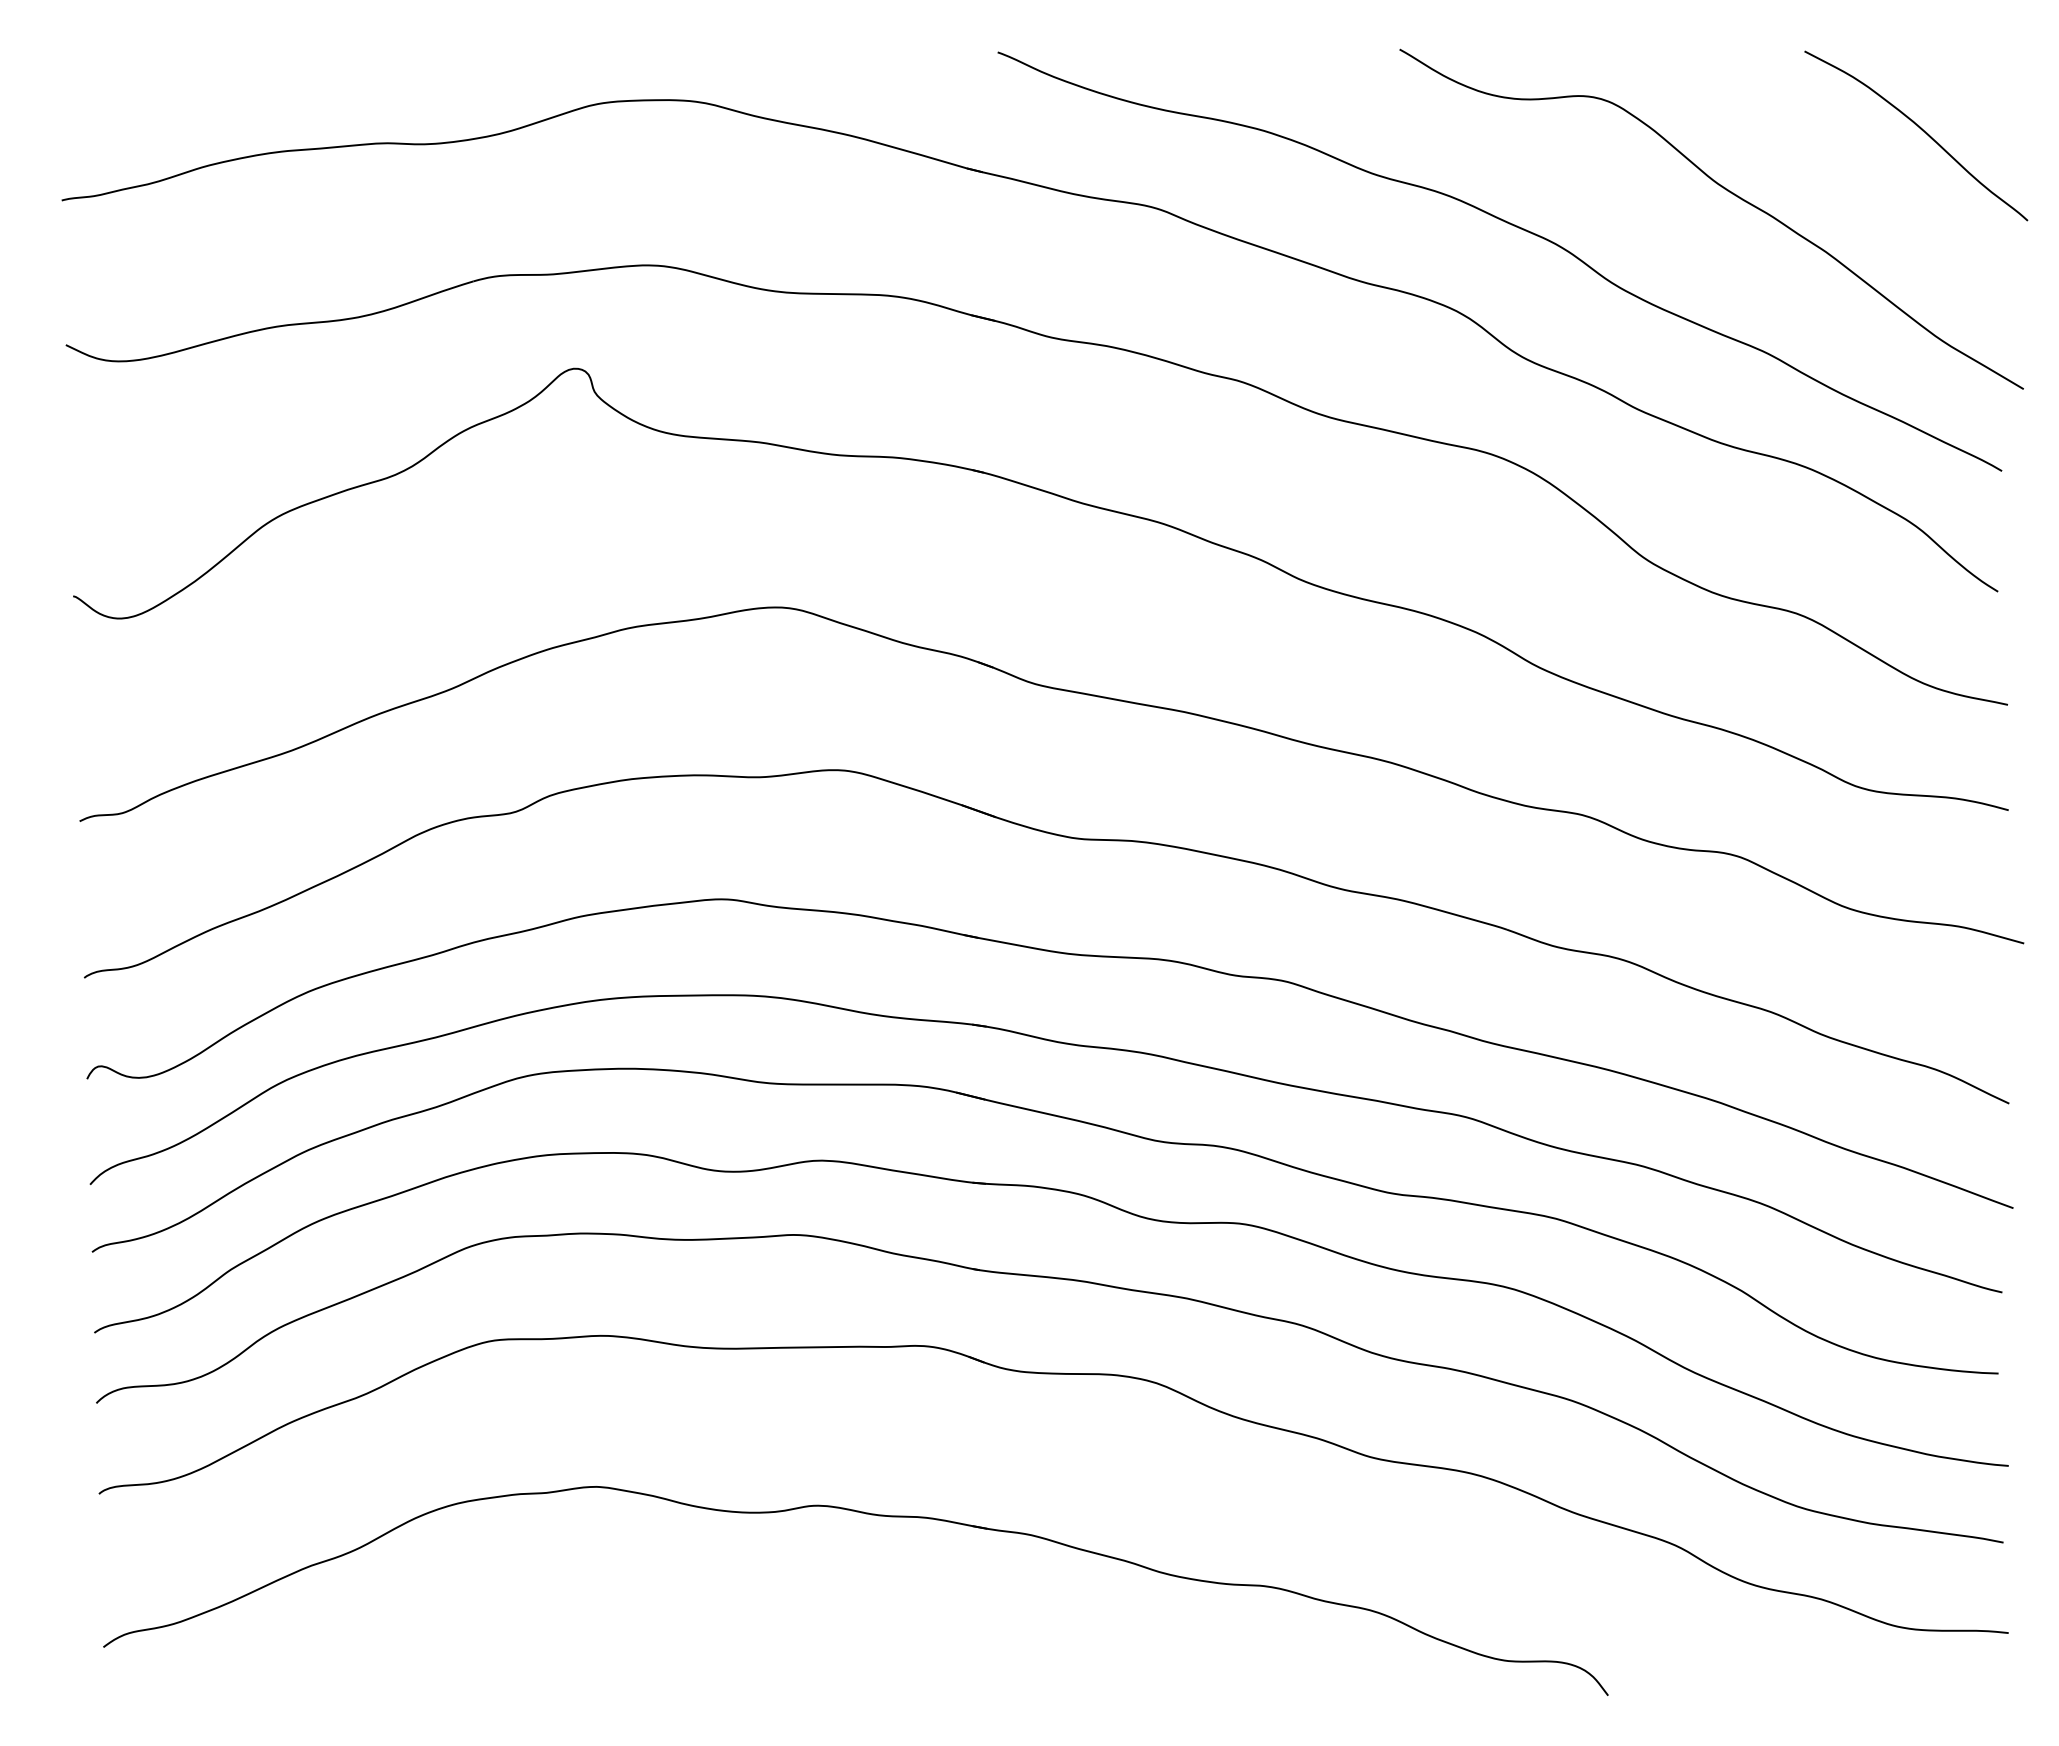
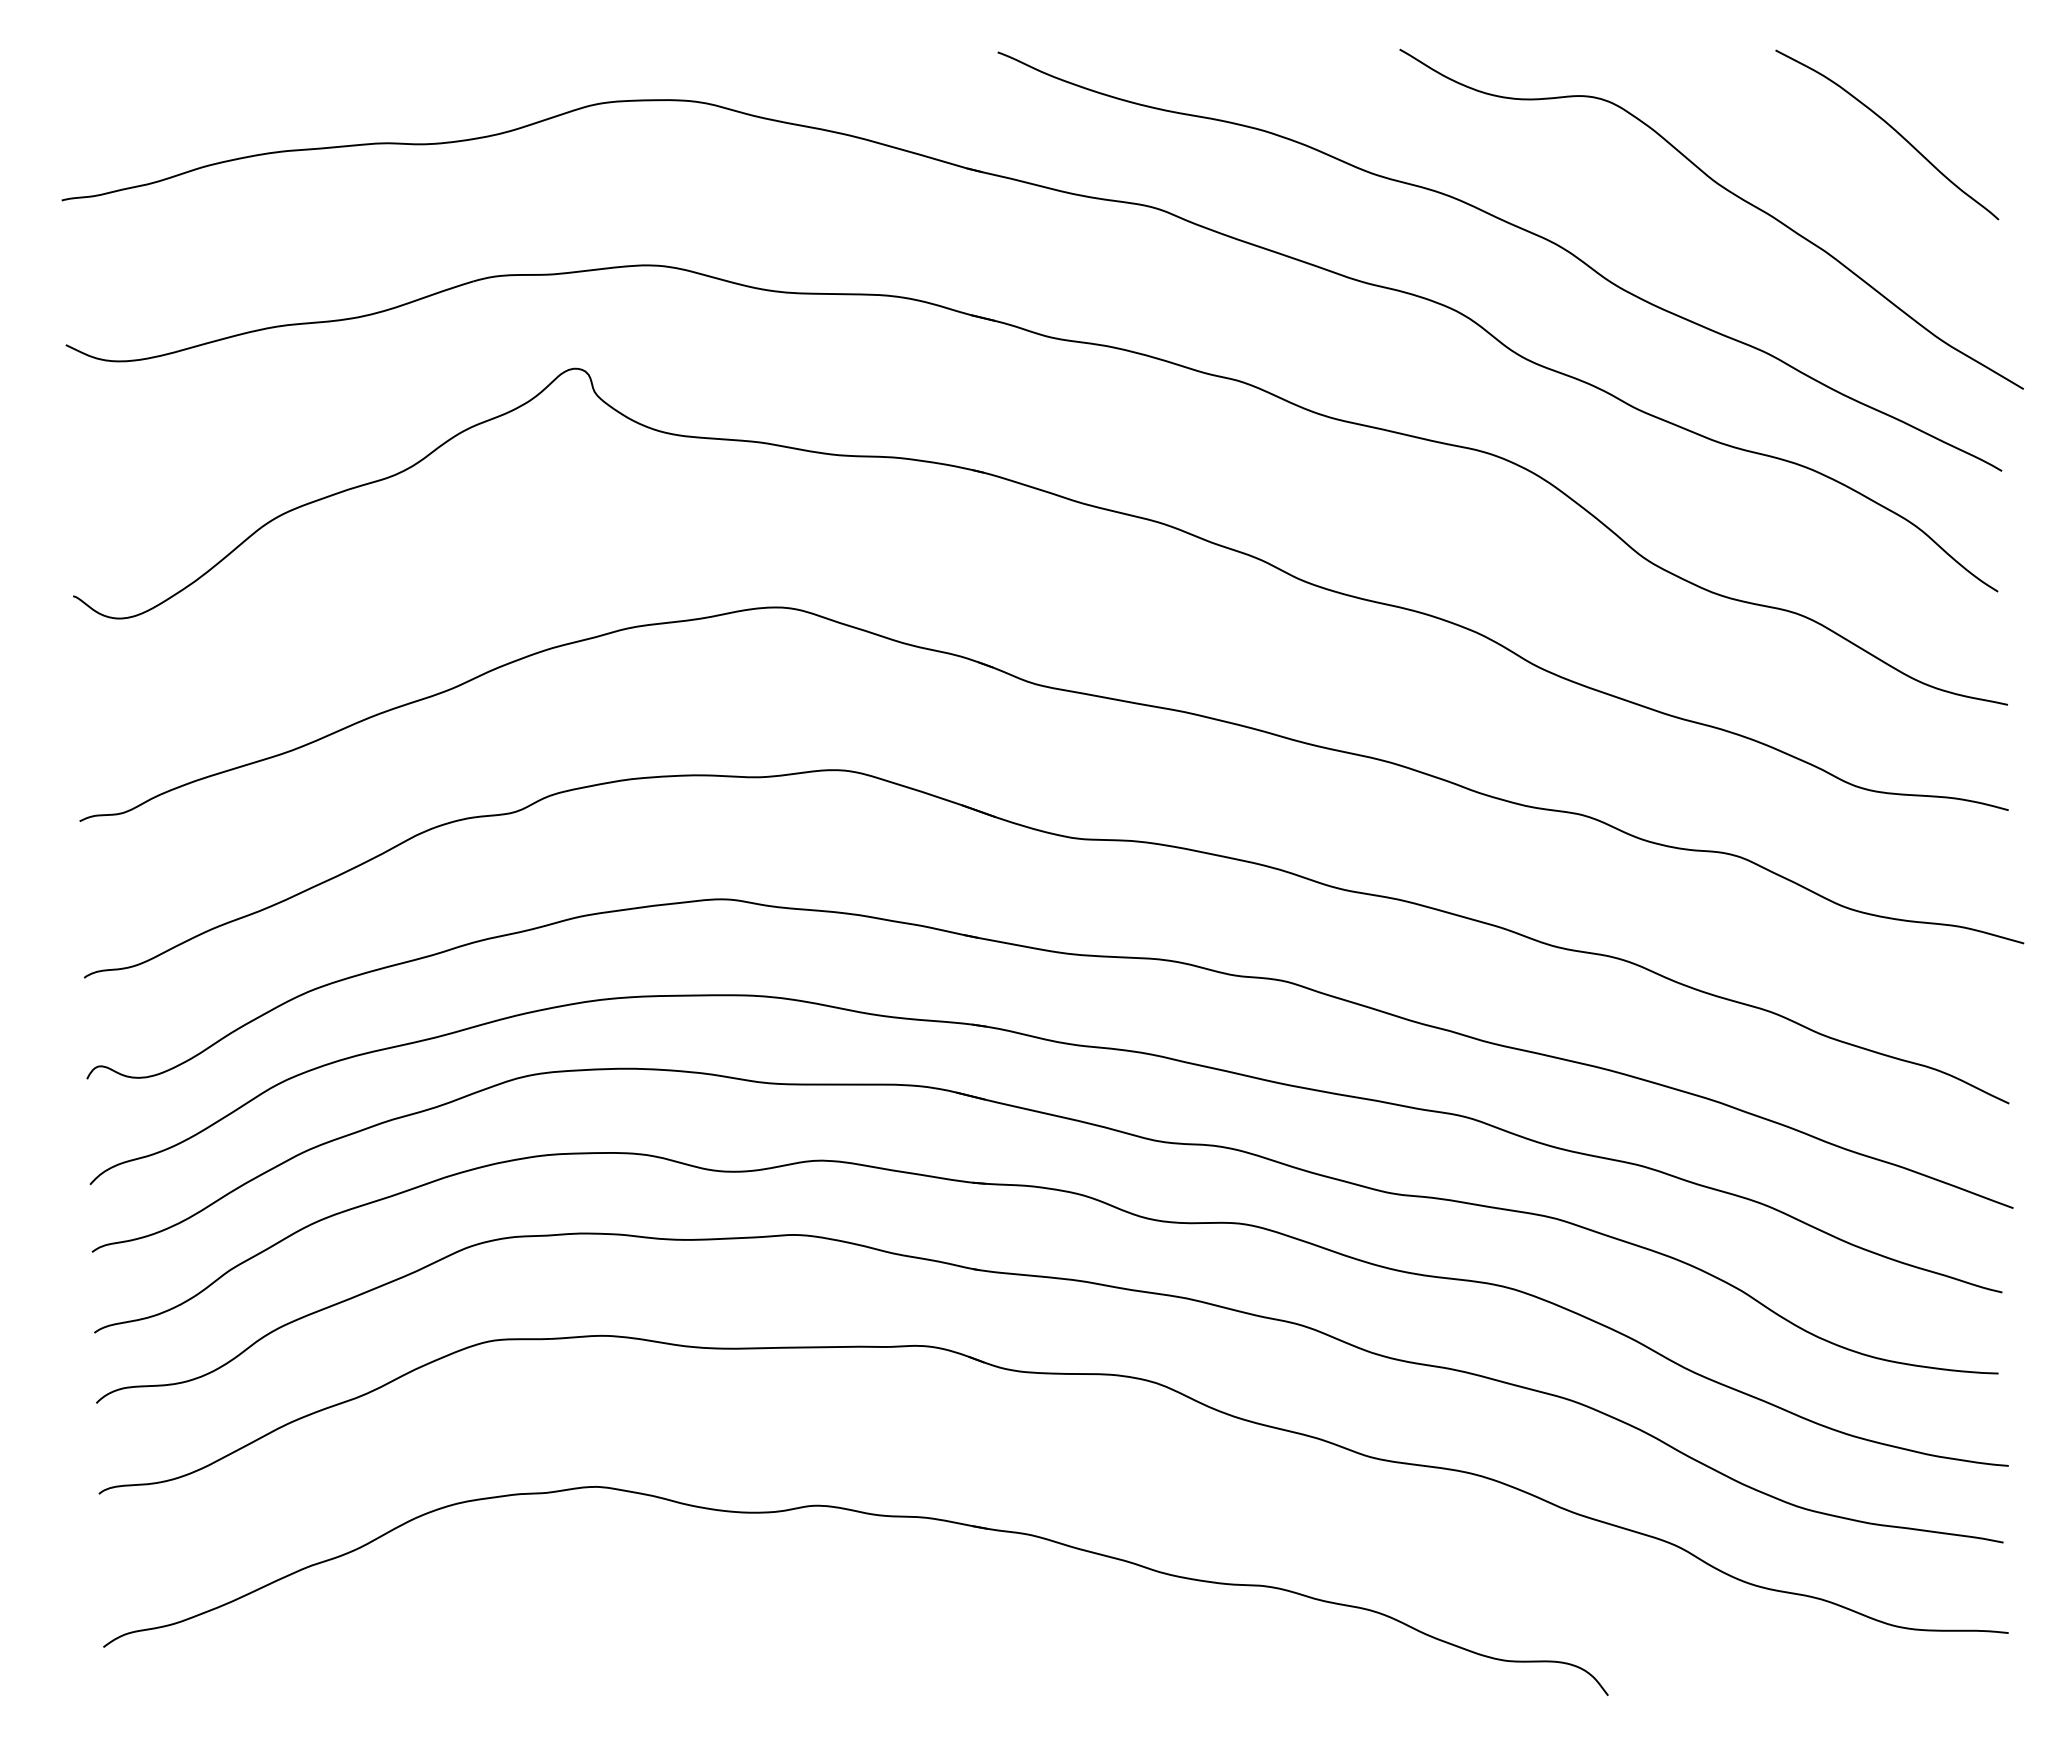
curve at (1921, 130) position: (1921, 130) -> (1892, 129)
